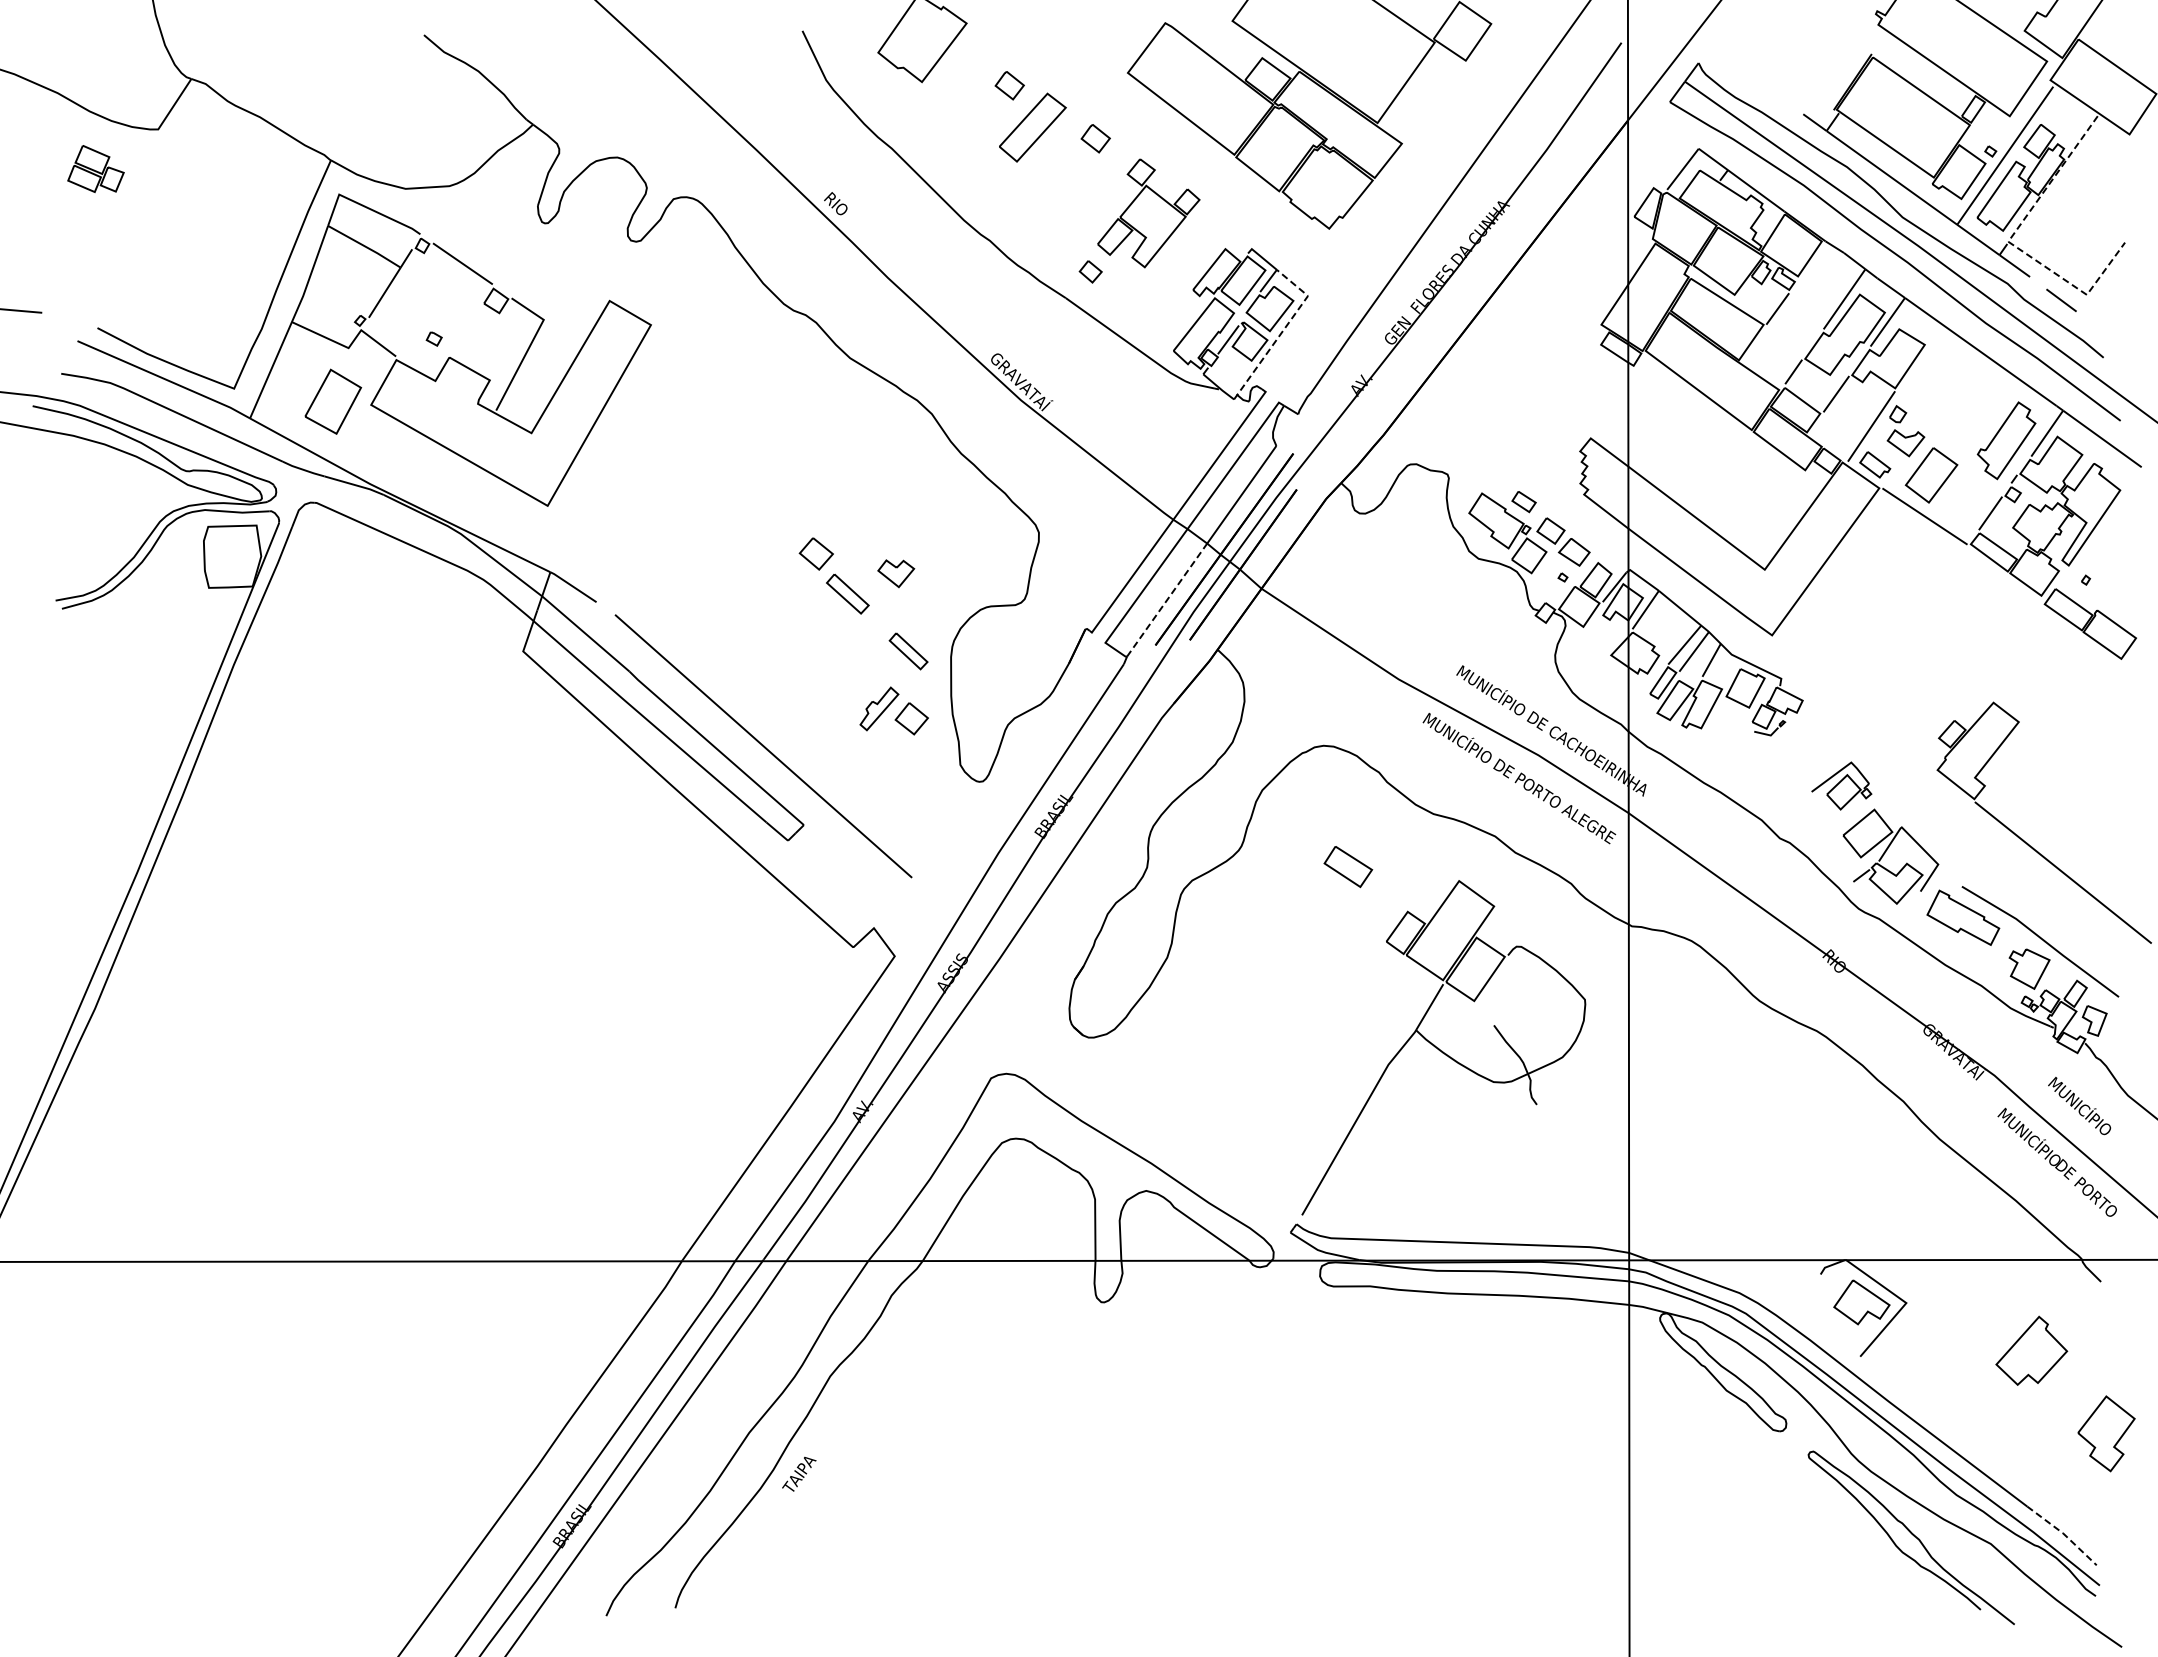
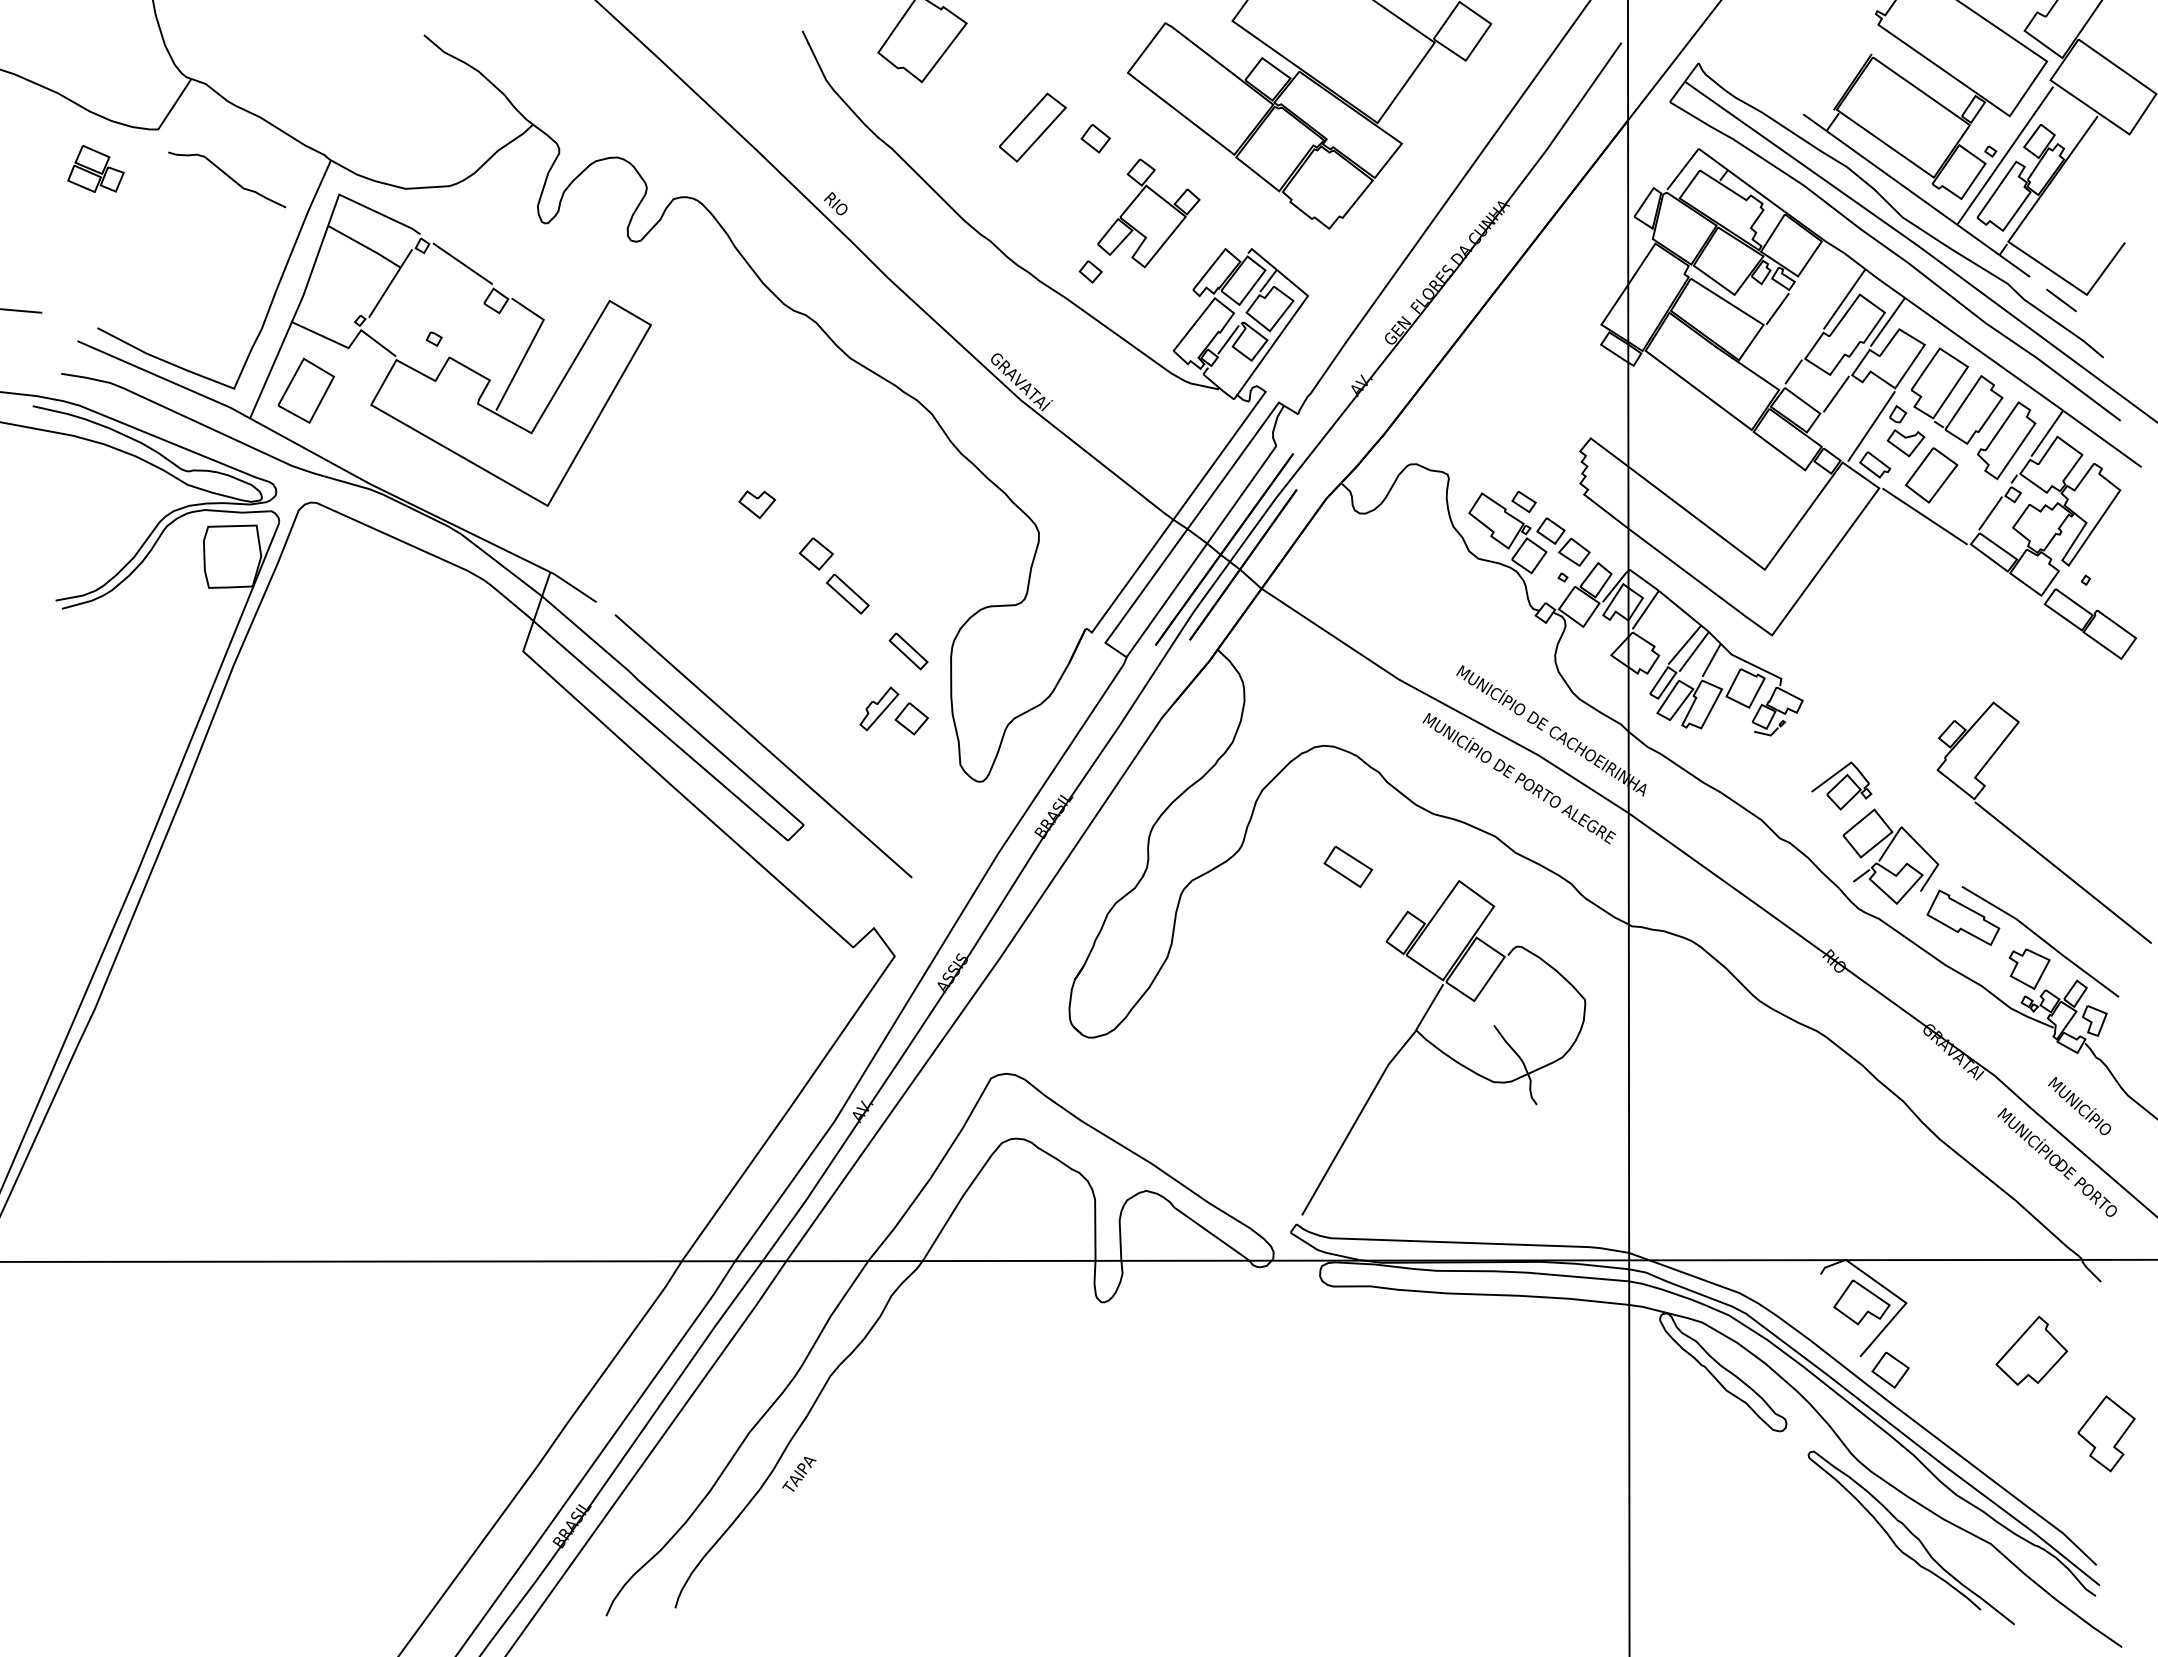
part at (1009, 85): present -> none
part at (227, 179): none -> present
line at (2010, 243): dashed -> solid
line at (1283, 330): dashed -> solid
part at (1956, 395): none -> present
part at (333, 401) position: (333, 401) -> (306, 390)
part at (896, 573) position: (896, 573) -> (757, 504)
line at (1167, 599): dashed -> solid
part at (1890, 1369): none -> present
line at (2063, 1533): dashed -> solid
